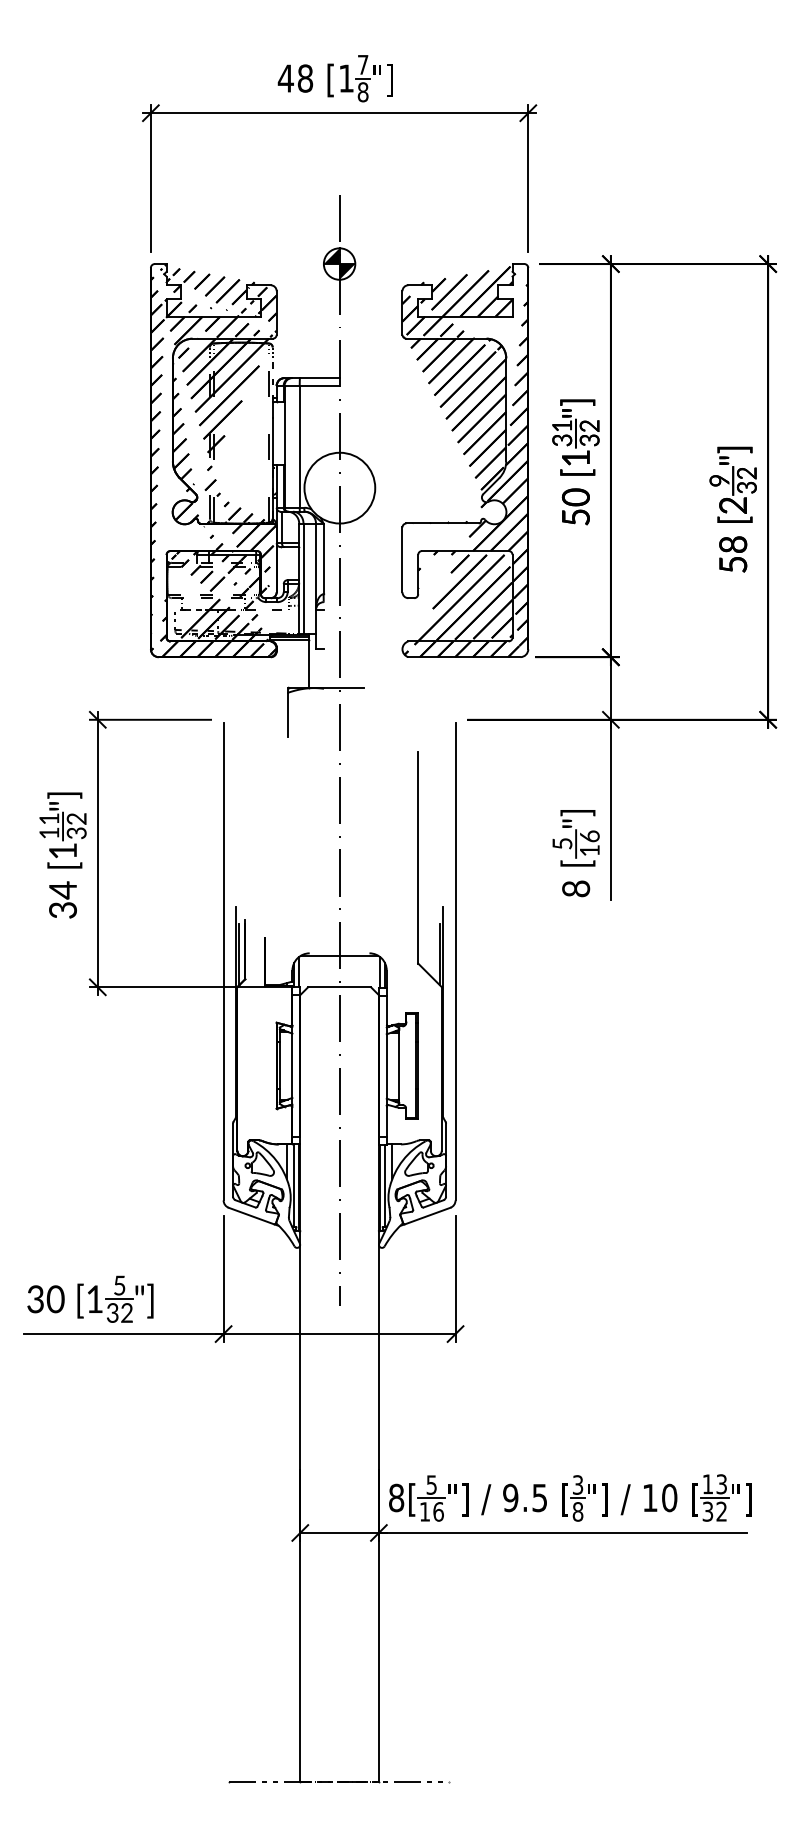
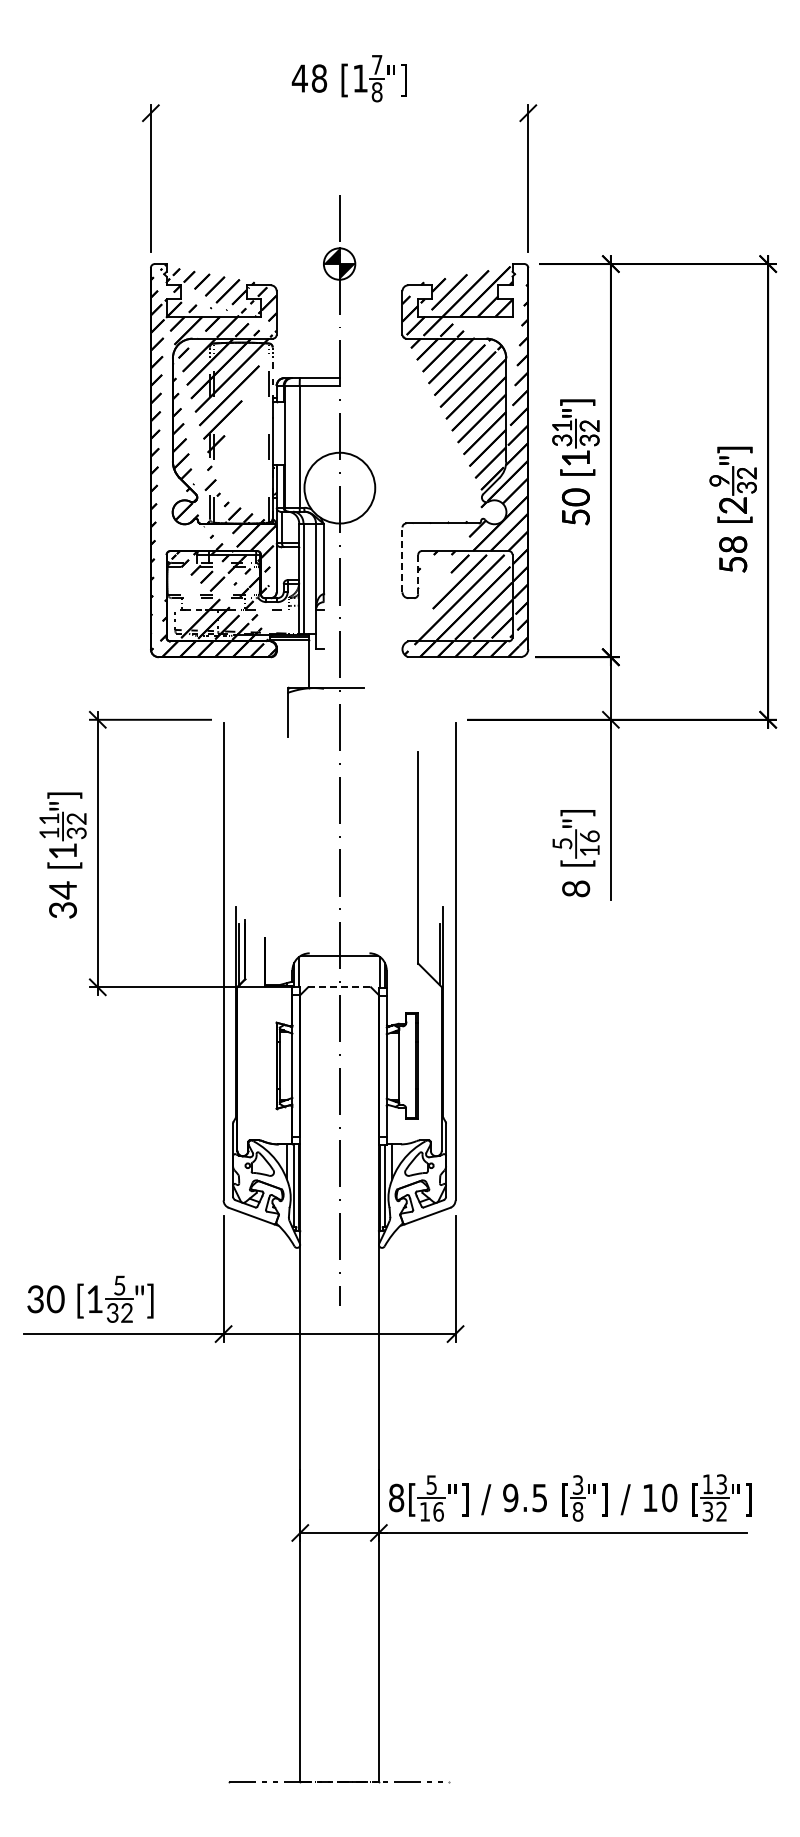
part at (334, 78) position: (334, 78) -> (348, 78)
line at (339, 113): present -> none
line at (402, 559): solid -> dashed
line at (418, 574): solid -> dashed
line at (340, 987): solid -> dashed
